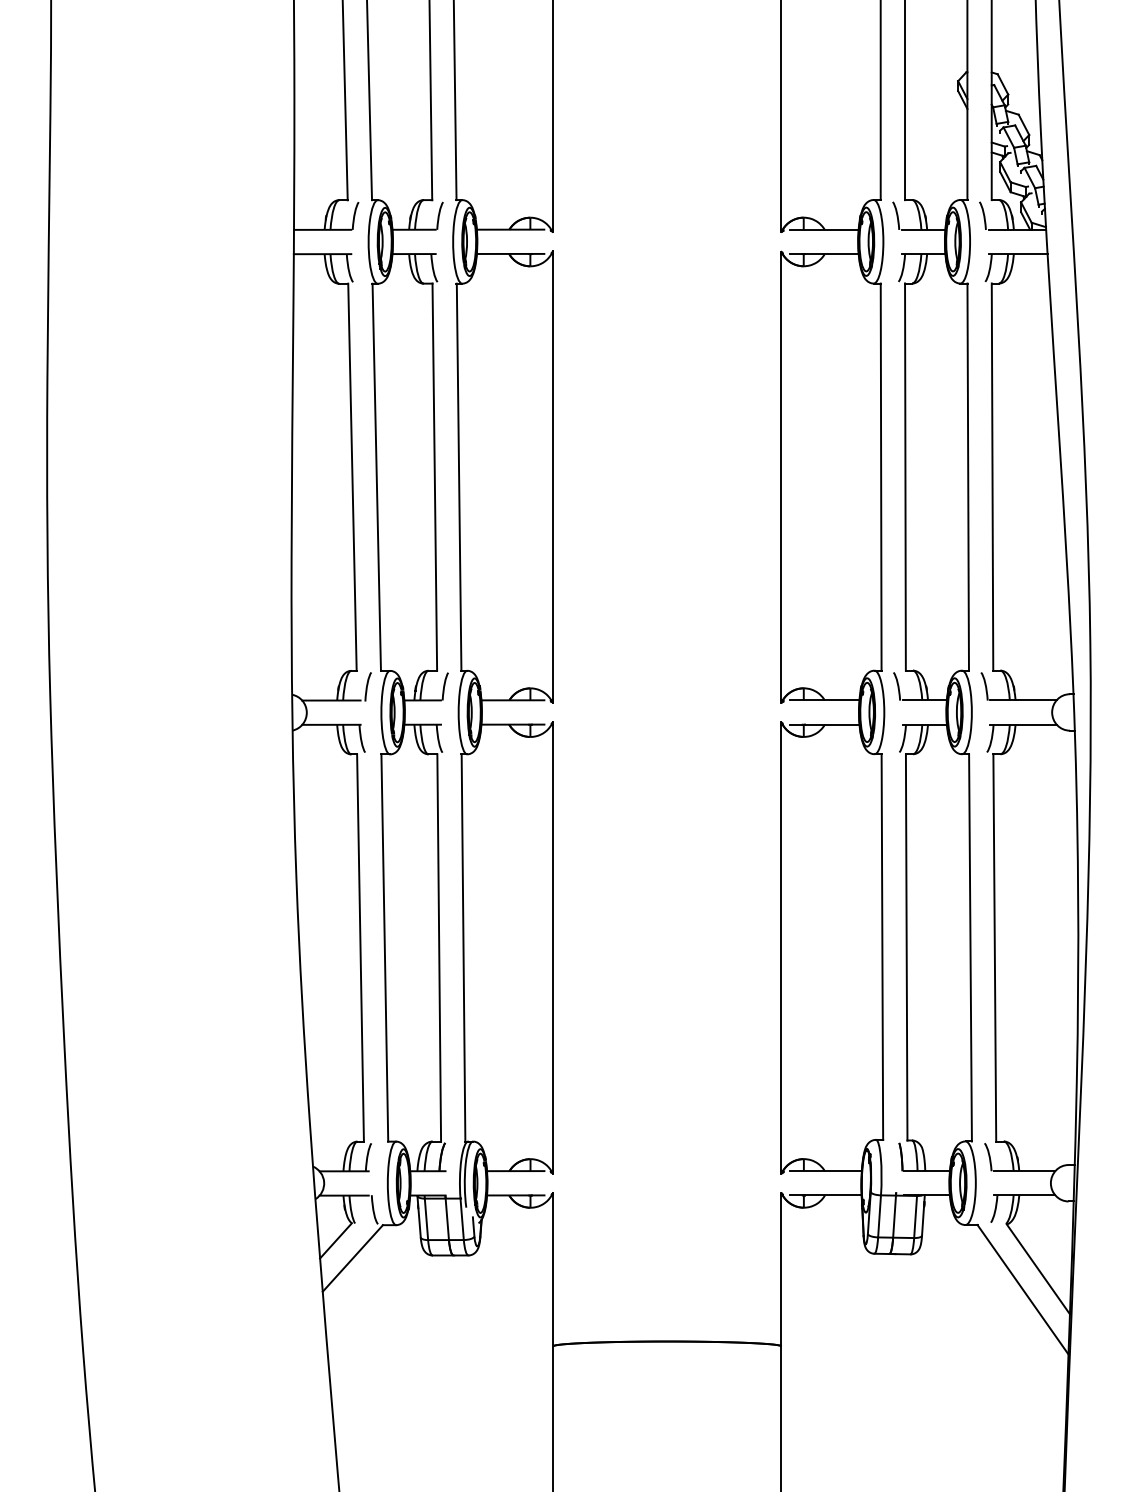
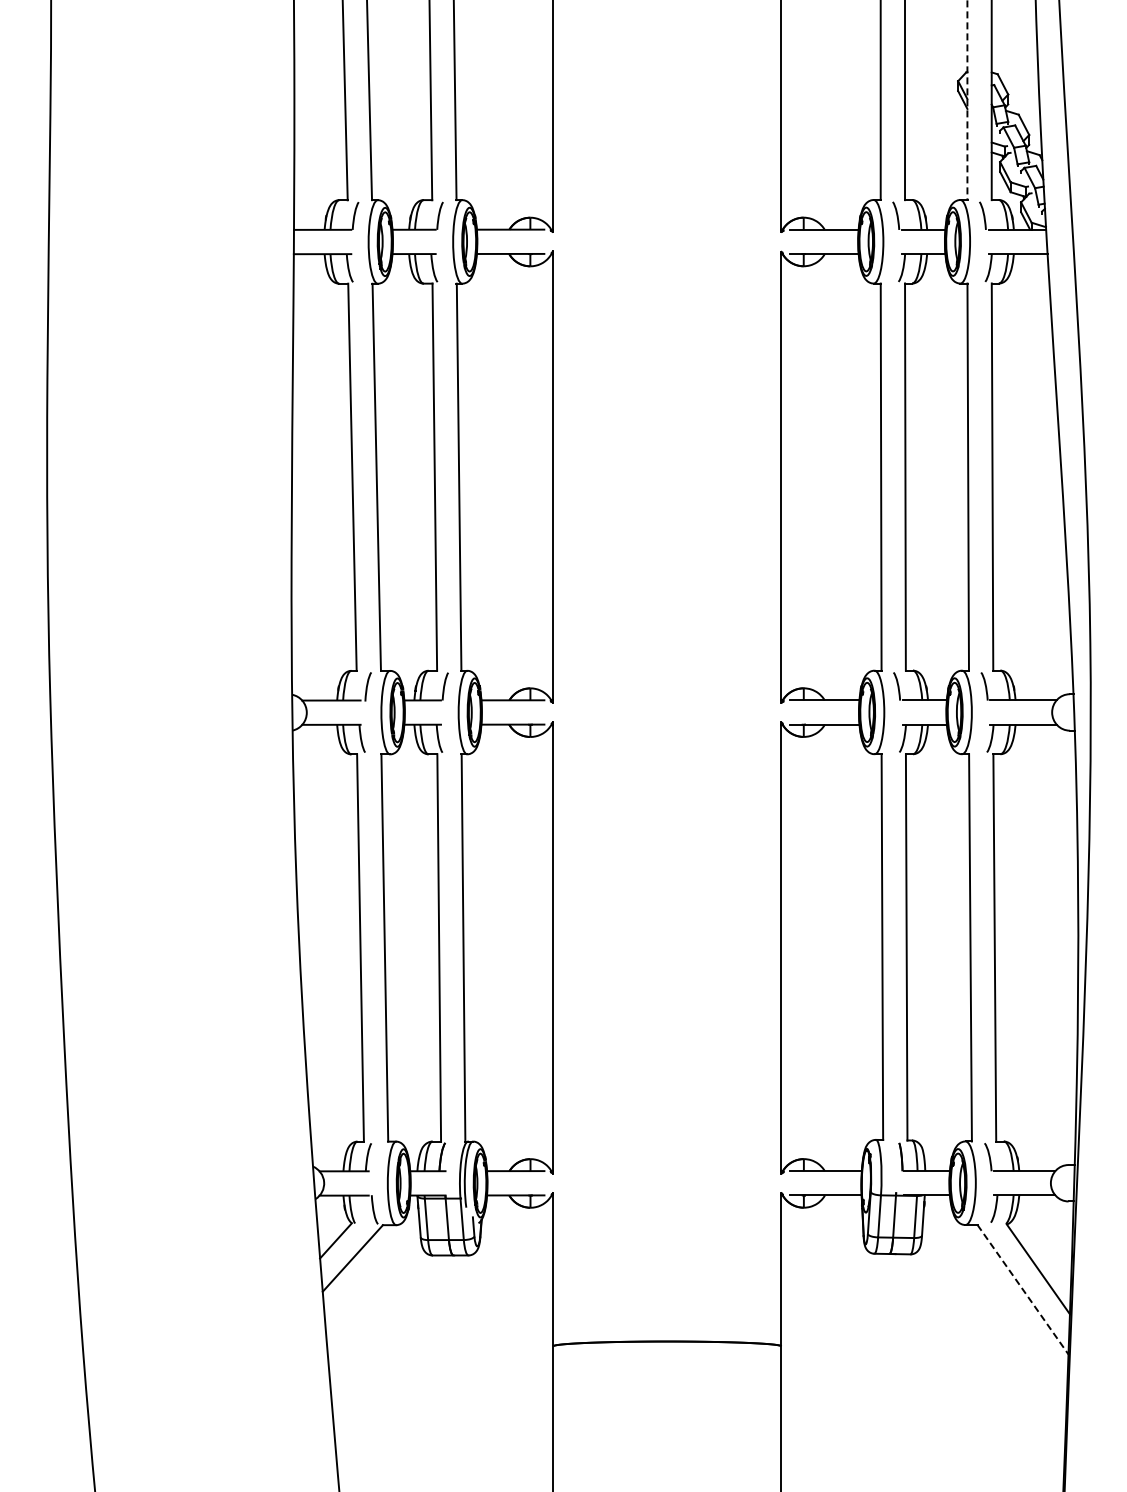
line at (967, 100): solid -> dashed
line at (1023, 1290): solid -> dashed
